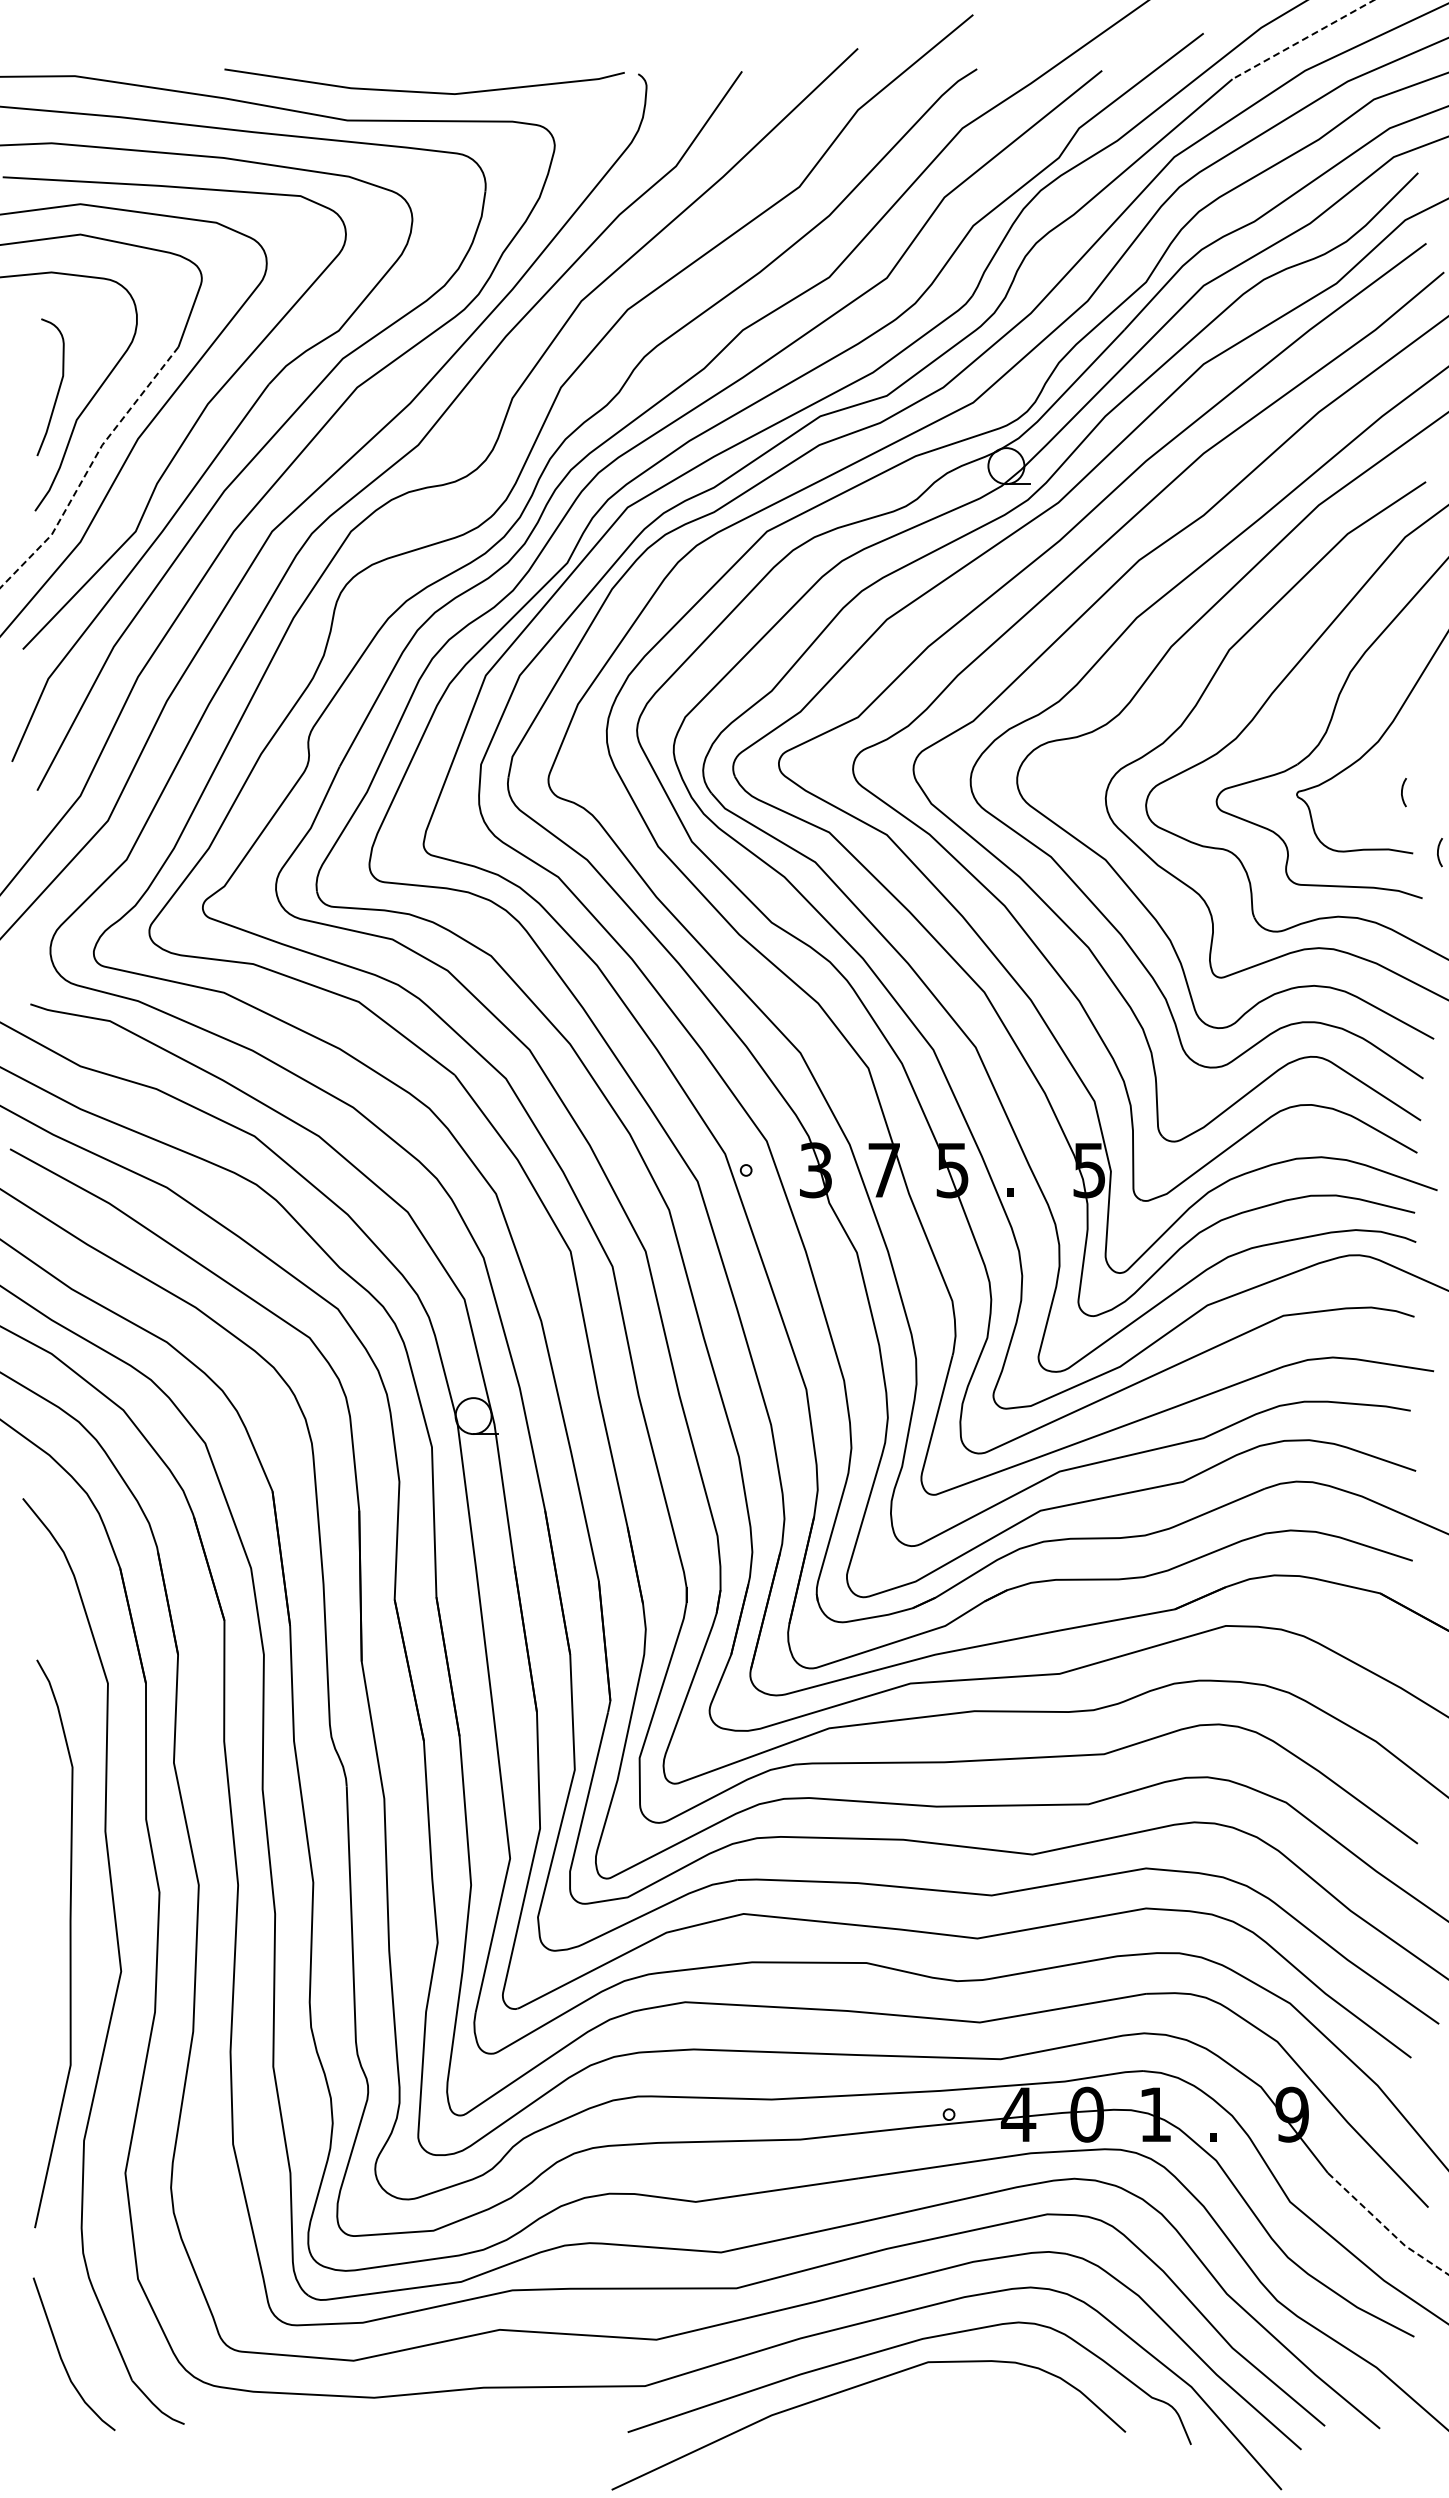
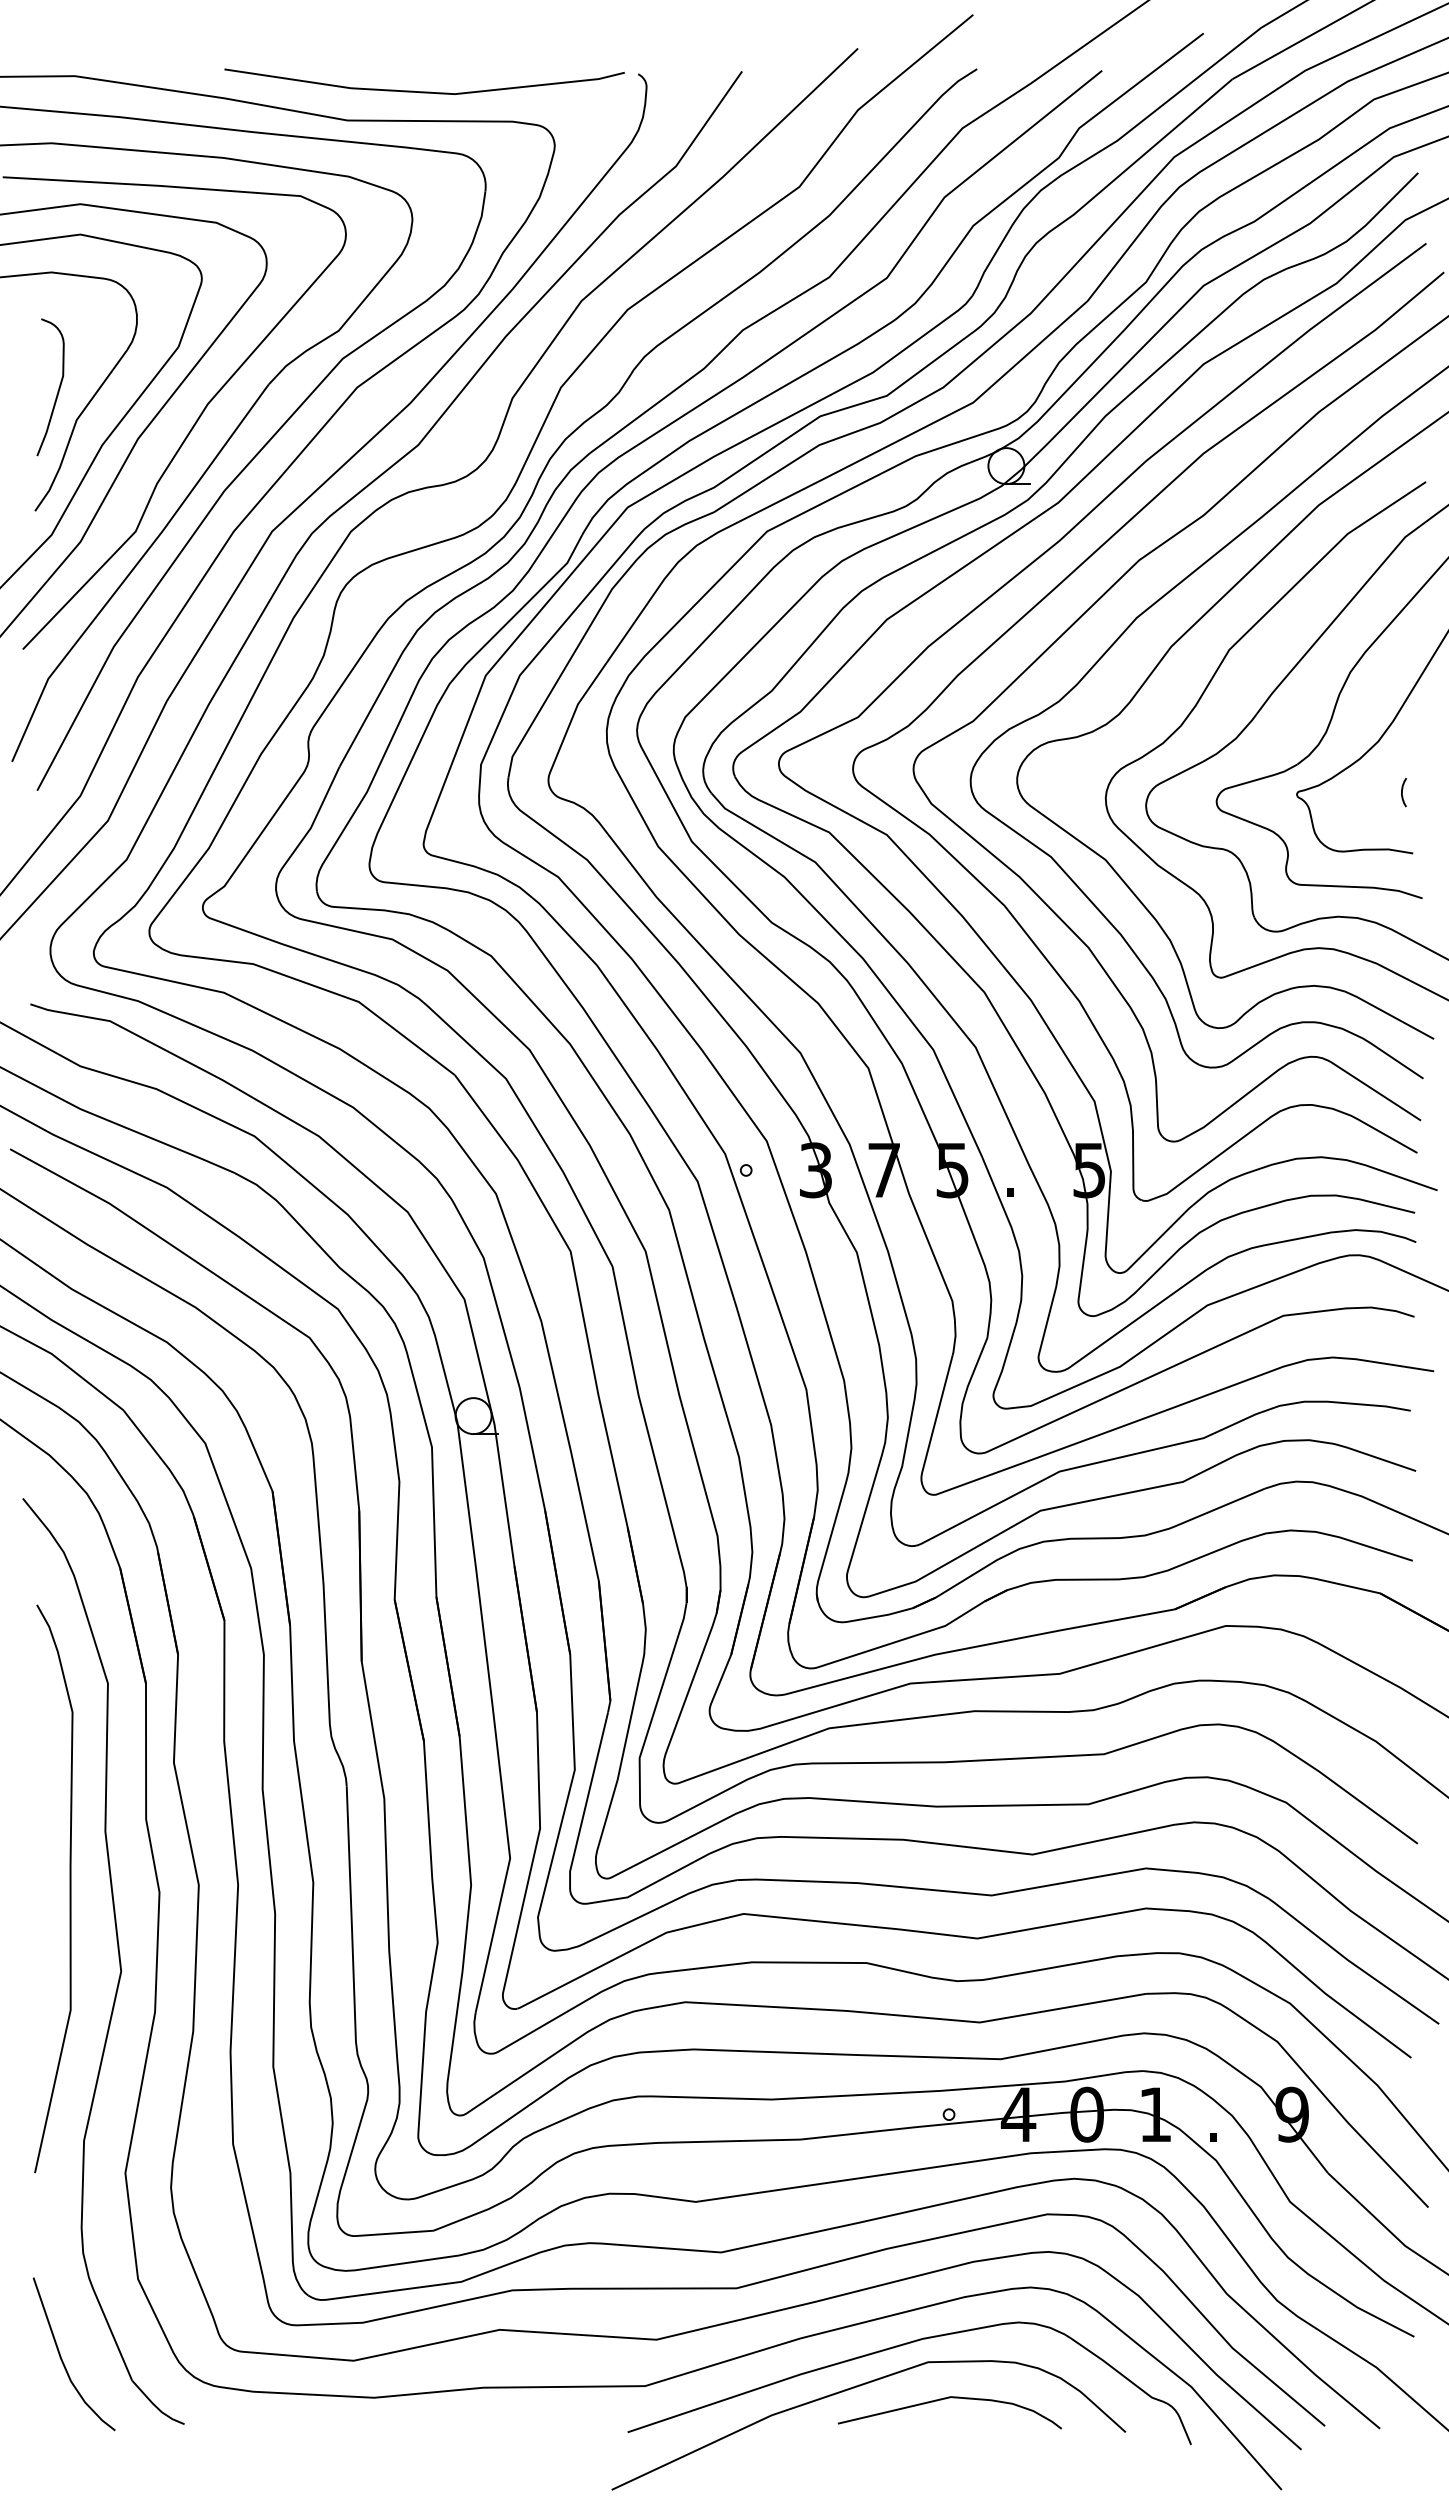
line at (1303, 39): dashed -> solid
line at (89, 468): dashed -> solid
curve at (1438, 852): present -> none
curve at (69, 1943) position: (69, 1943) -> (69, 1888)
line at (1385, 2227): dashed -> solid
curve at (945, 2399): none -> present
